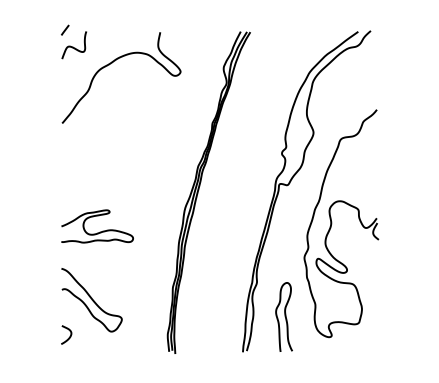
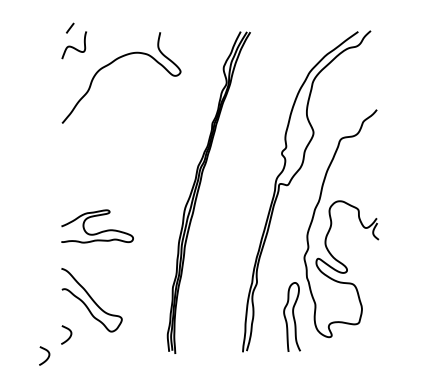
line at (65, 29) position: (65, 29) -> (70, 27)
curve at (284, 316) position: (284, 316) -> (292, 316)
curve at (47, 357): none -> present
